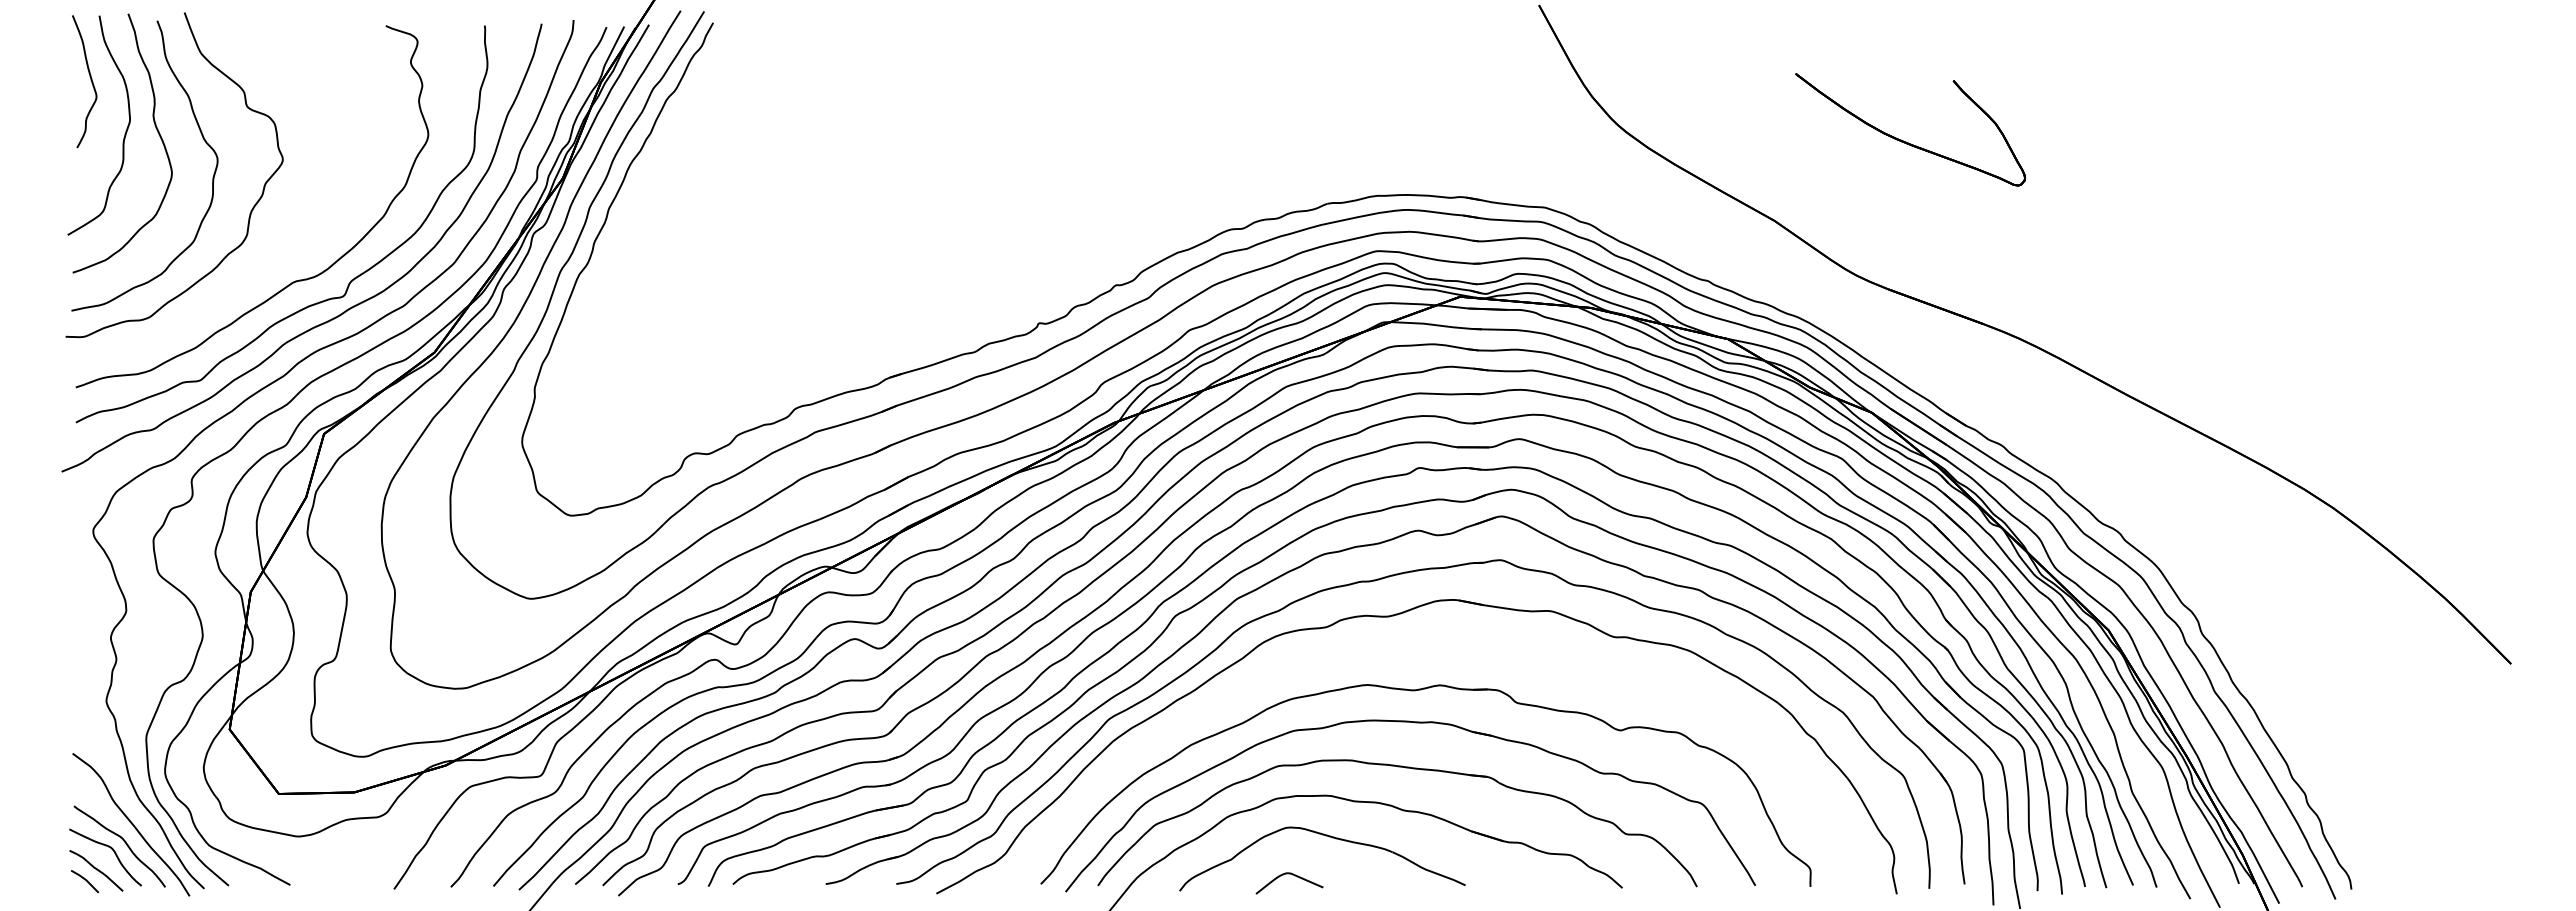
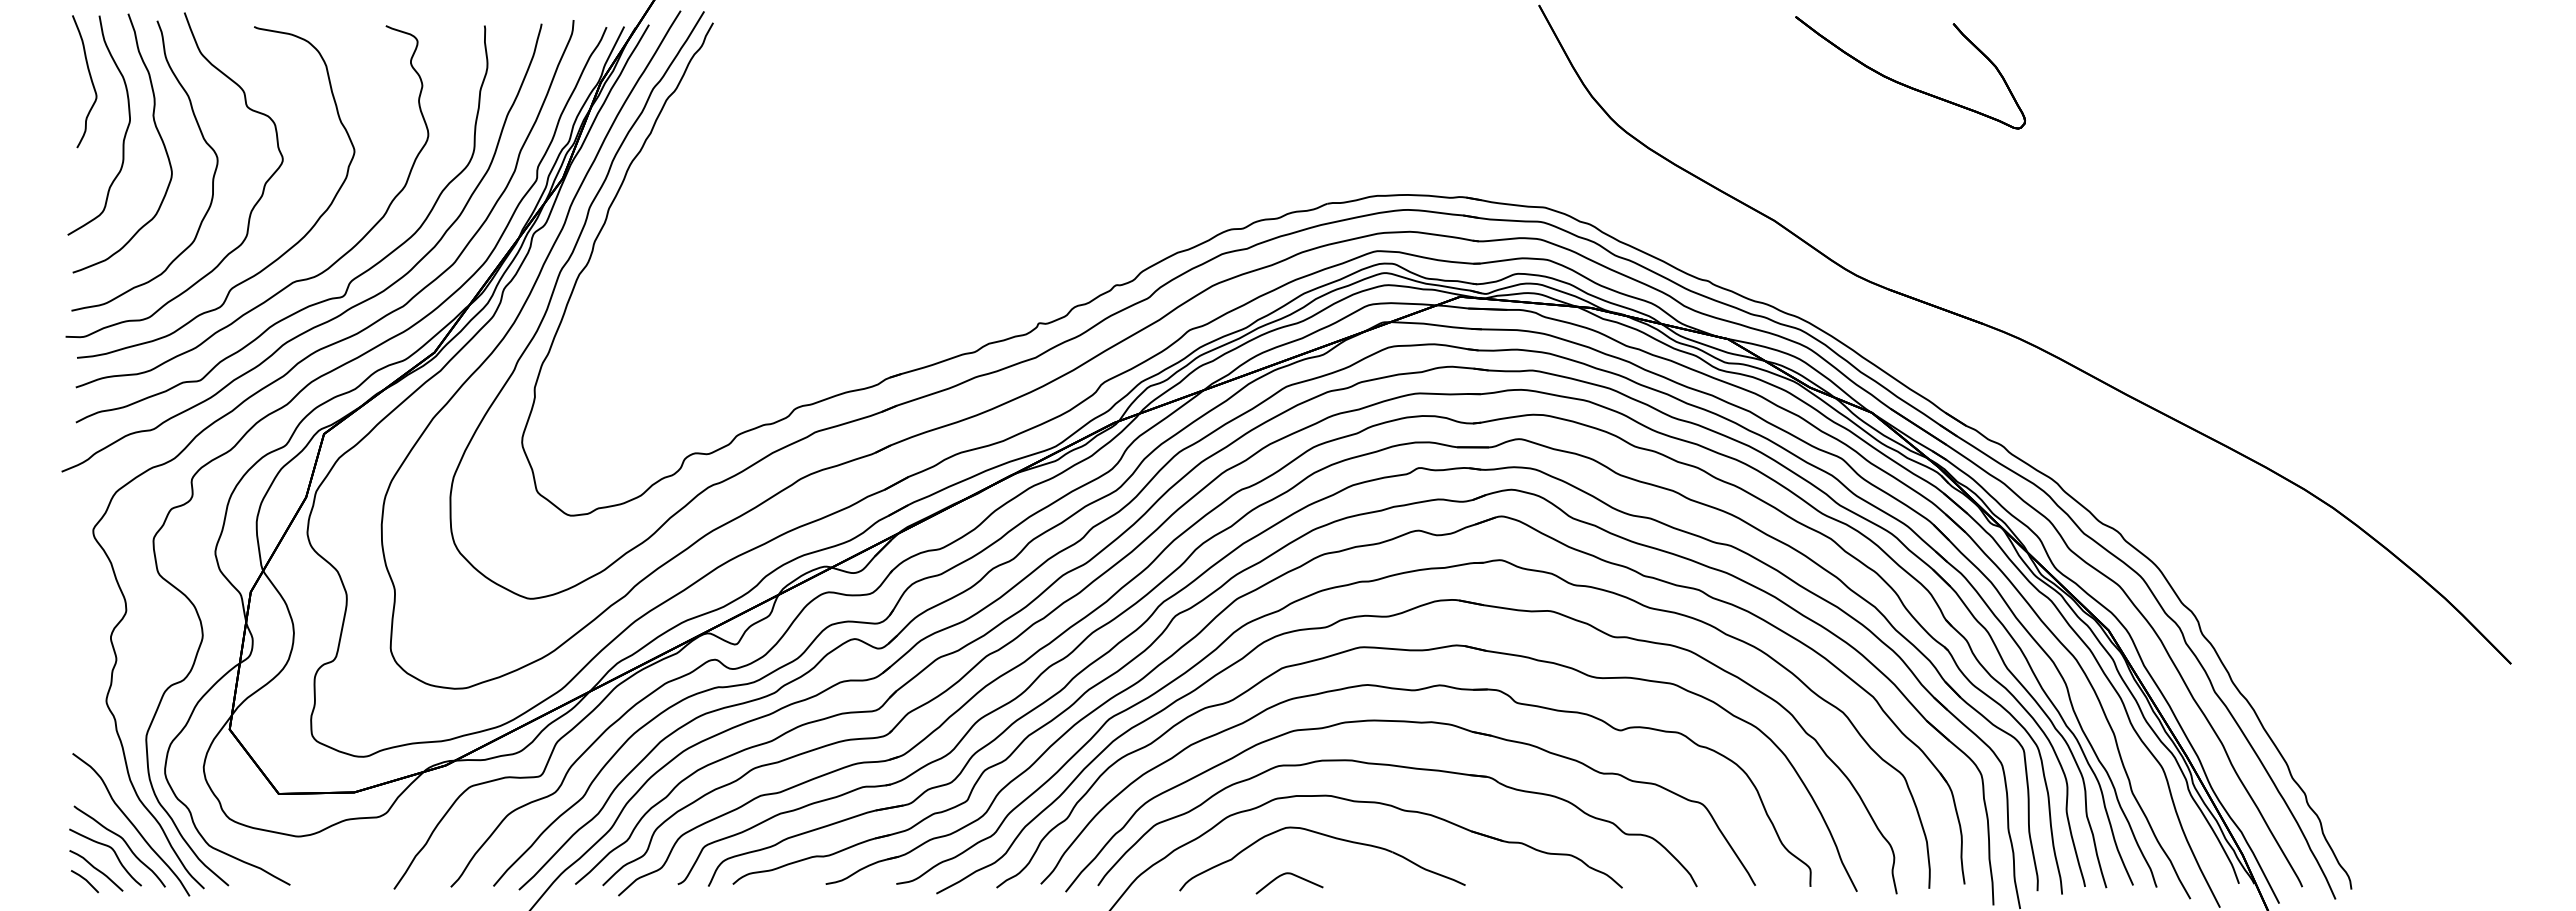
part at (1906, 141) position: (1906, 141) -> (1906, 84)
curve at (265, 266): none -> present
part at (1424, 651): none -> present
